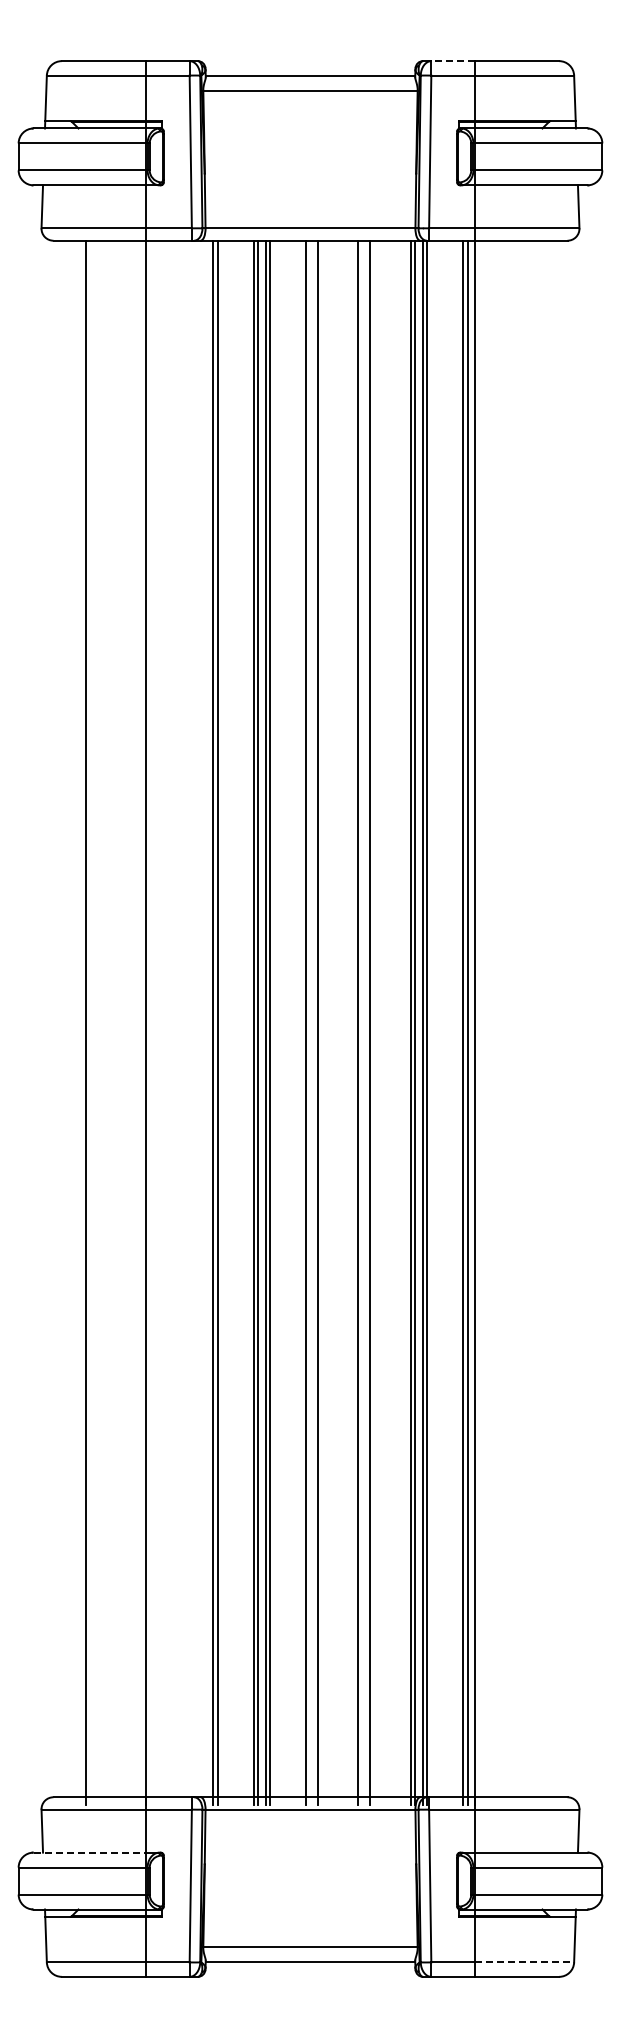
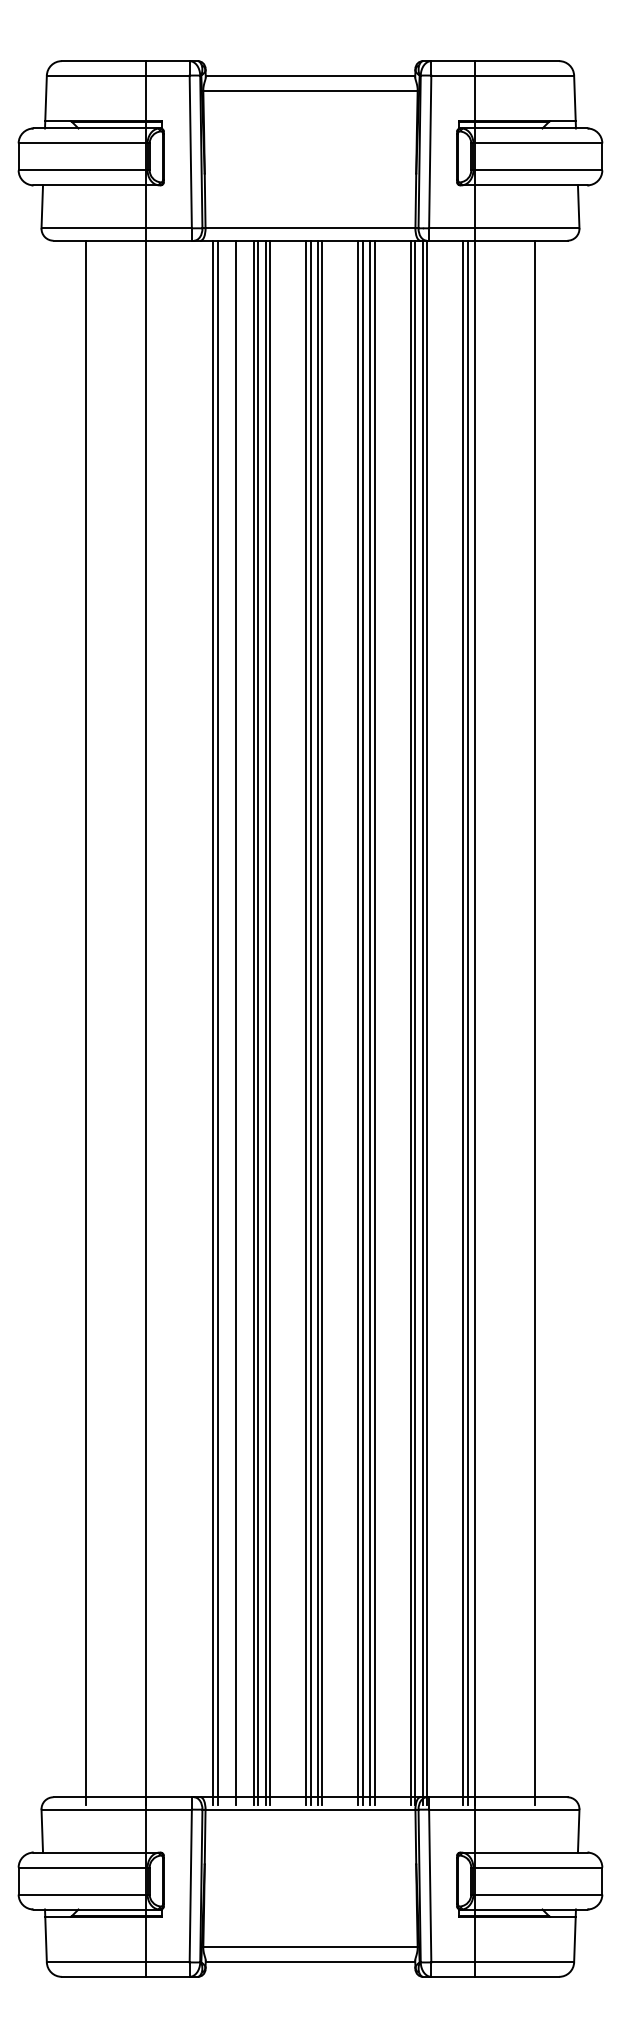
line at (453, 61): dashed -> solid
line at (235, 1022): none -> present
line at (310, 1022): none -> present
line at (322, 1022): none -> present
line at (362, 1022): none -> present
line at (374, 1022): none -> present
line at (535, 1022): none -> present
line at (90, 1852): dashed -> solid
line at (525, 1962): dashed -> solid
